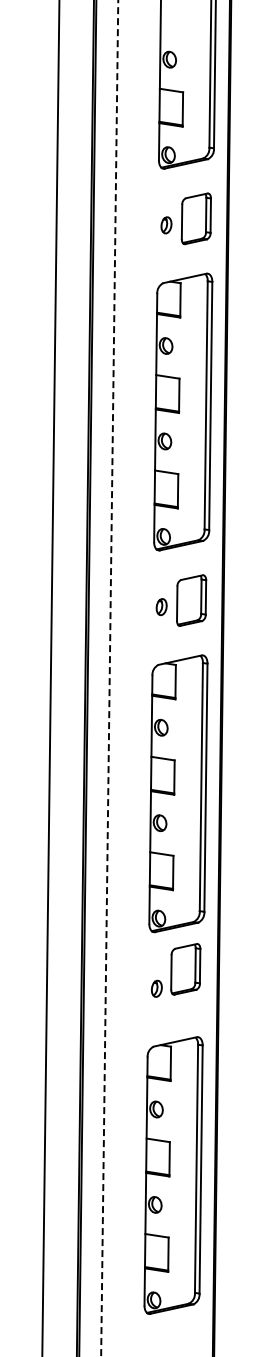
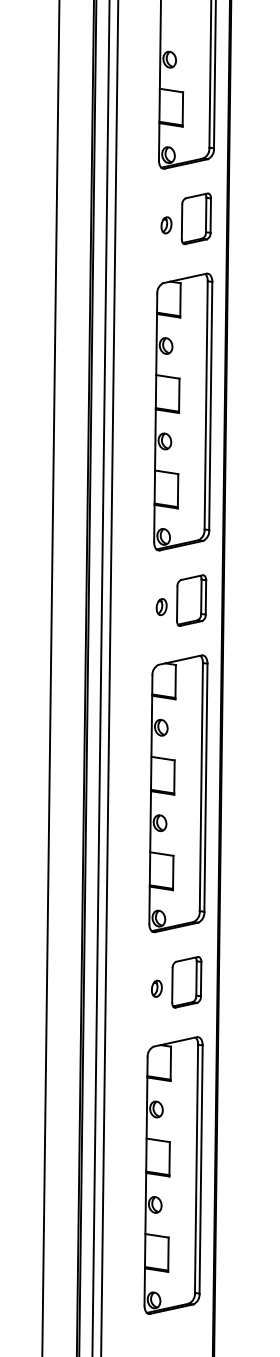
line at (100, 677): none -> present
line at (109, 677): dashed -> solid
part at (185, 969) position: (185, 969) -> (186, 982)
